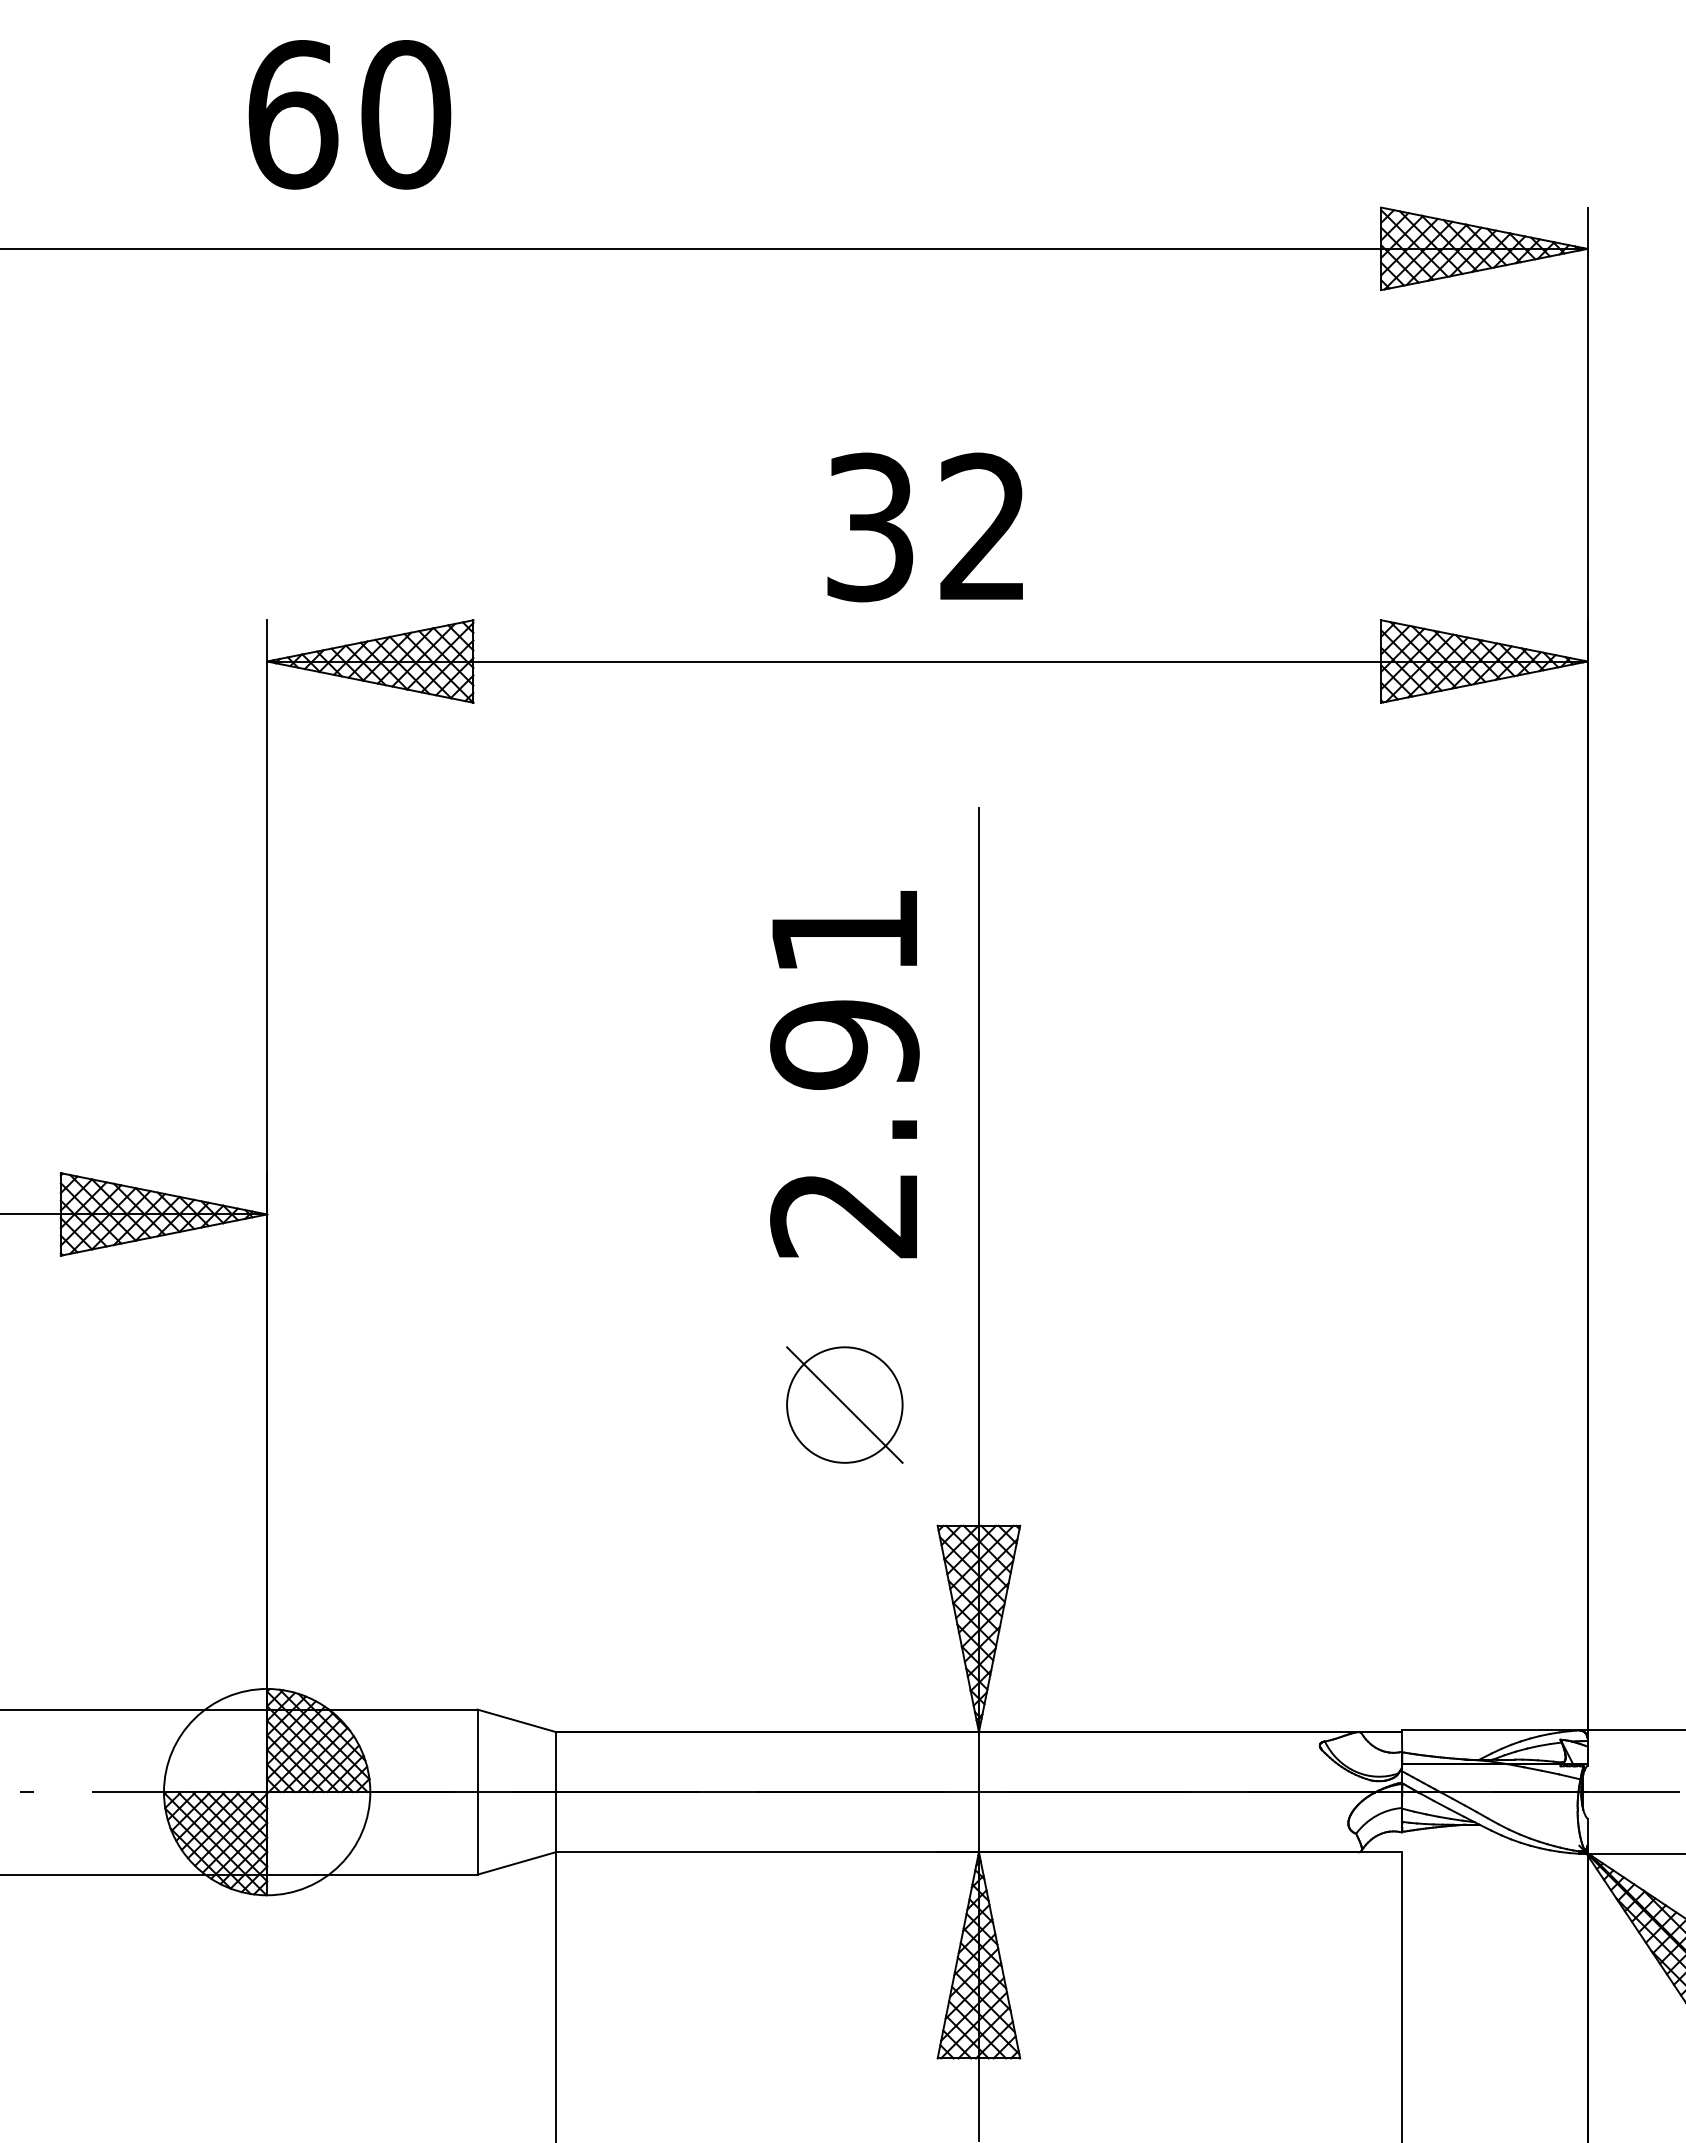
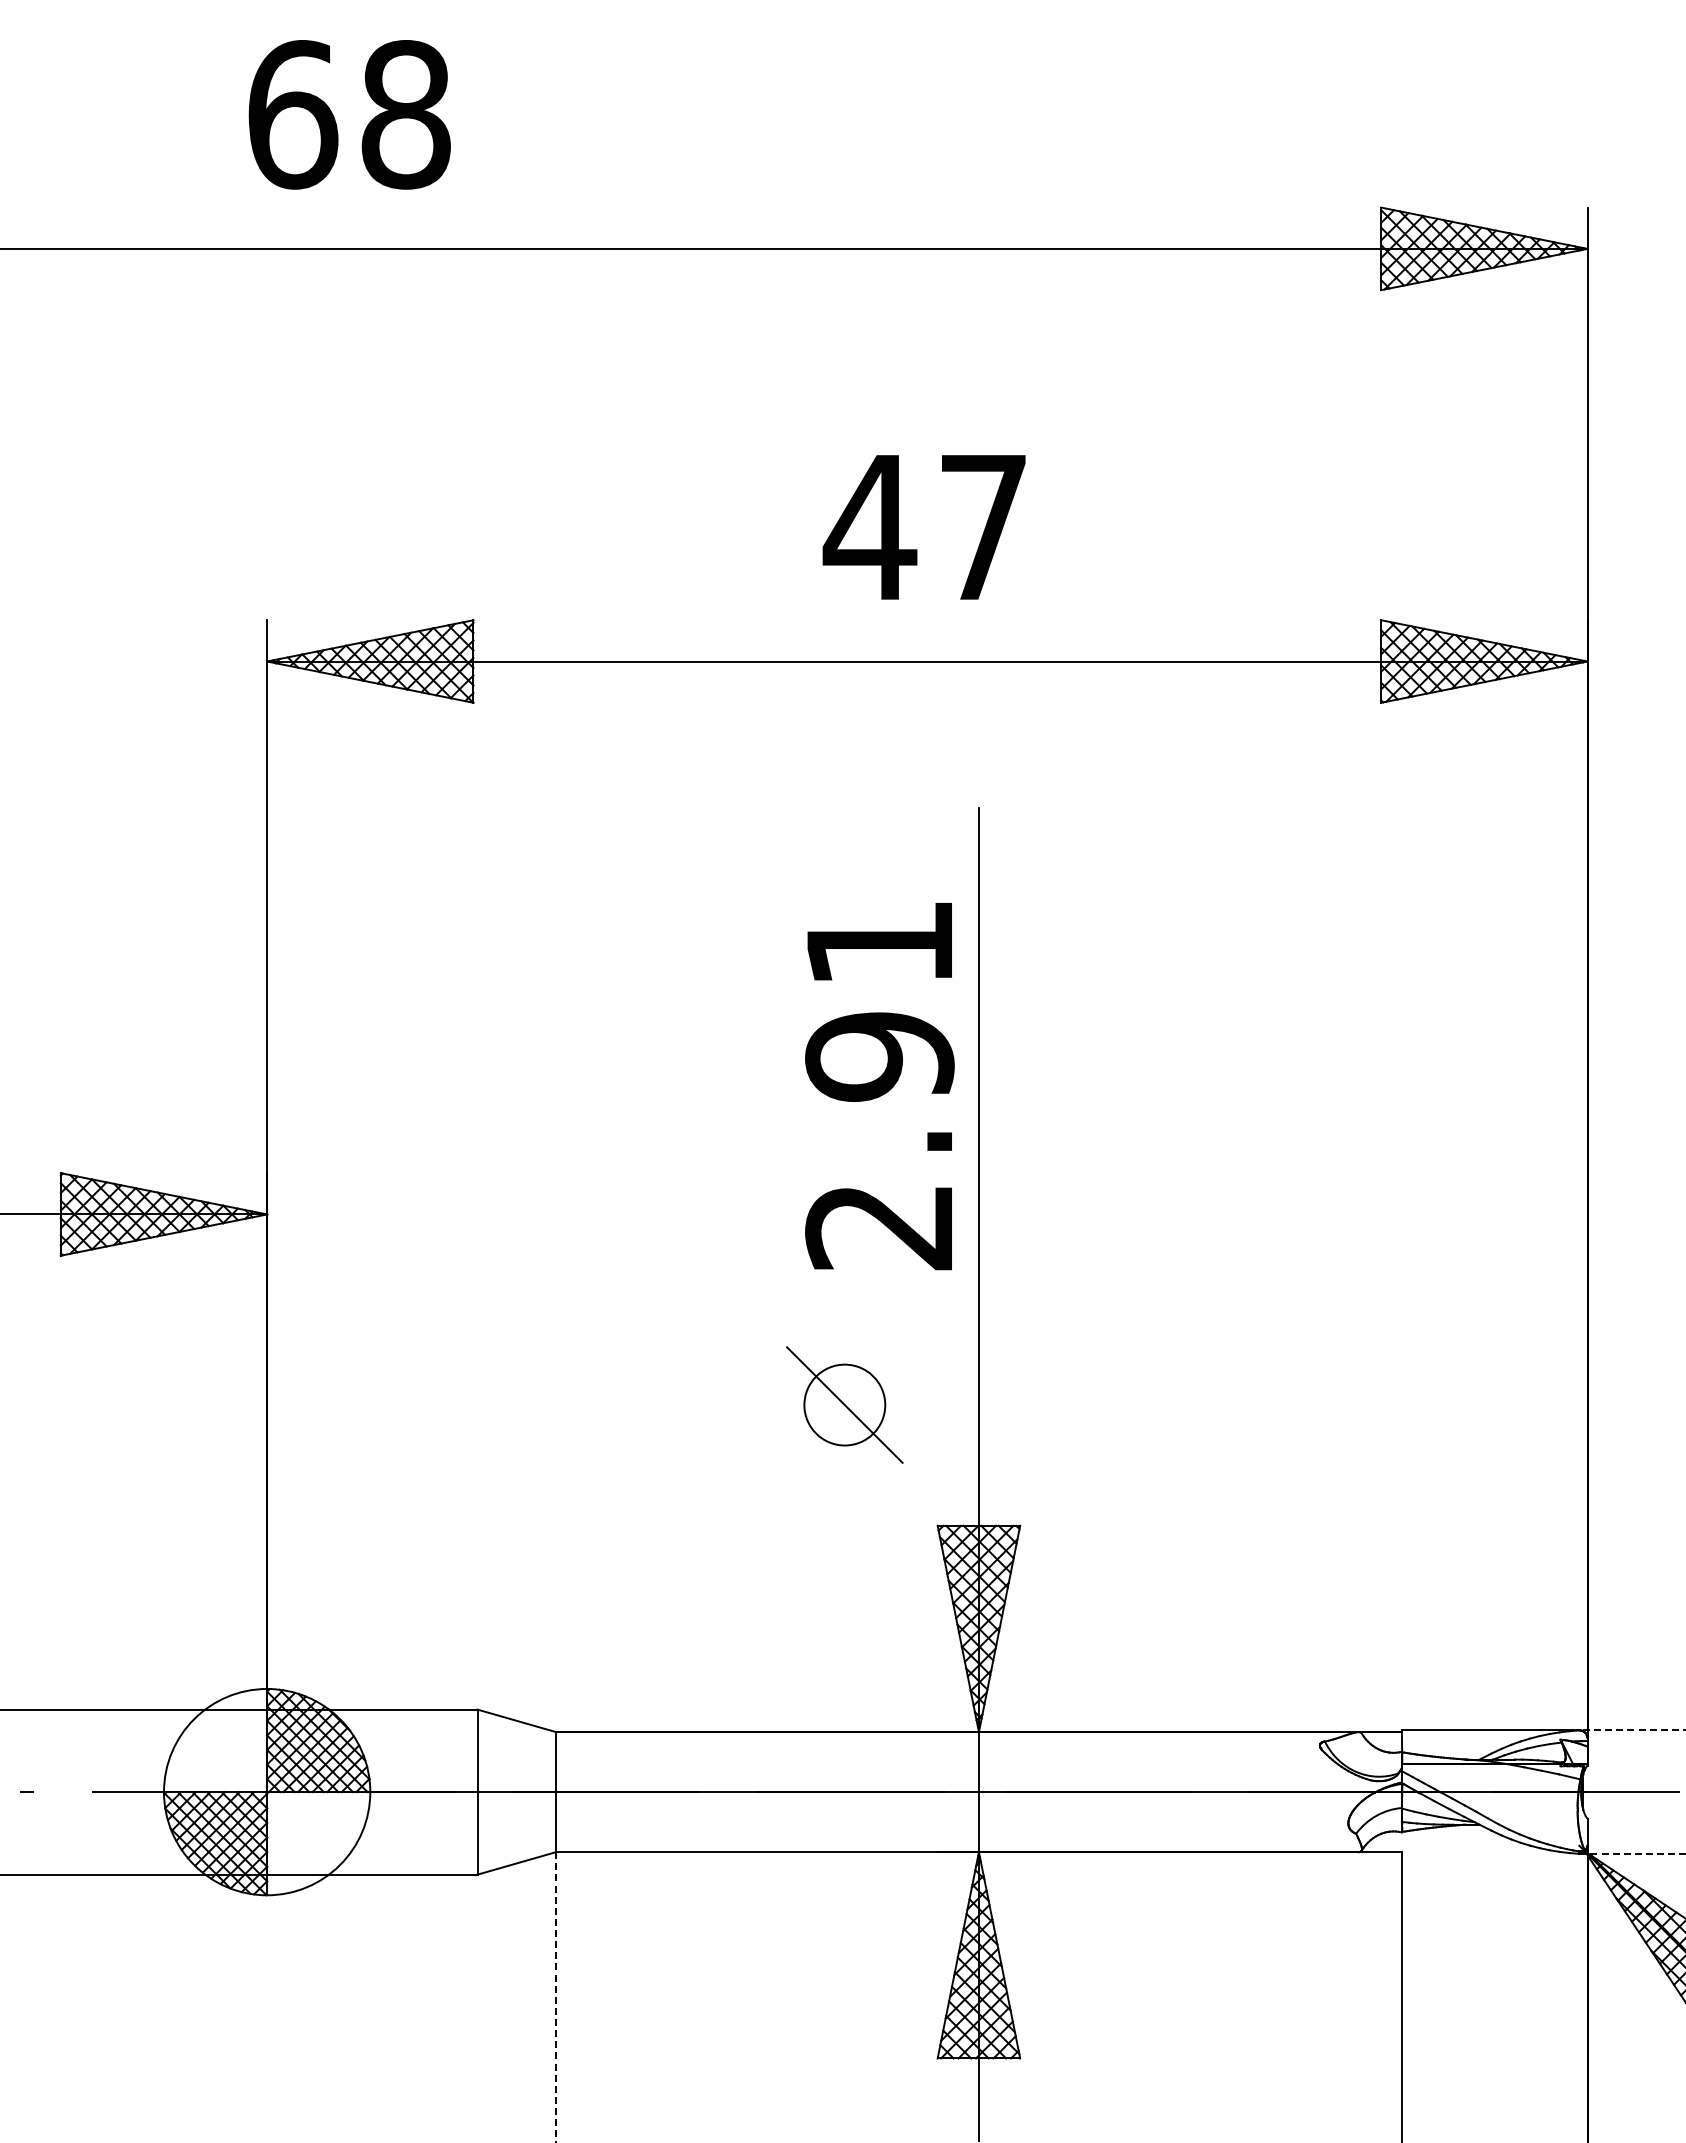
text at (406, 114): 60 -> 68
text at (923, 527): 32 -> 47
text at (844, 1074) position: (844, 1074) -> (879, 1086)
circle at (844, 1404) diameter: 116 px -> 81 px
line at (1632, 1730): solid -> dashed
line at (1632, 1854): solid -> dashed
line at (556, 1997): solid -> dashed
